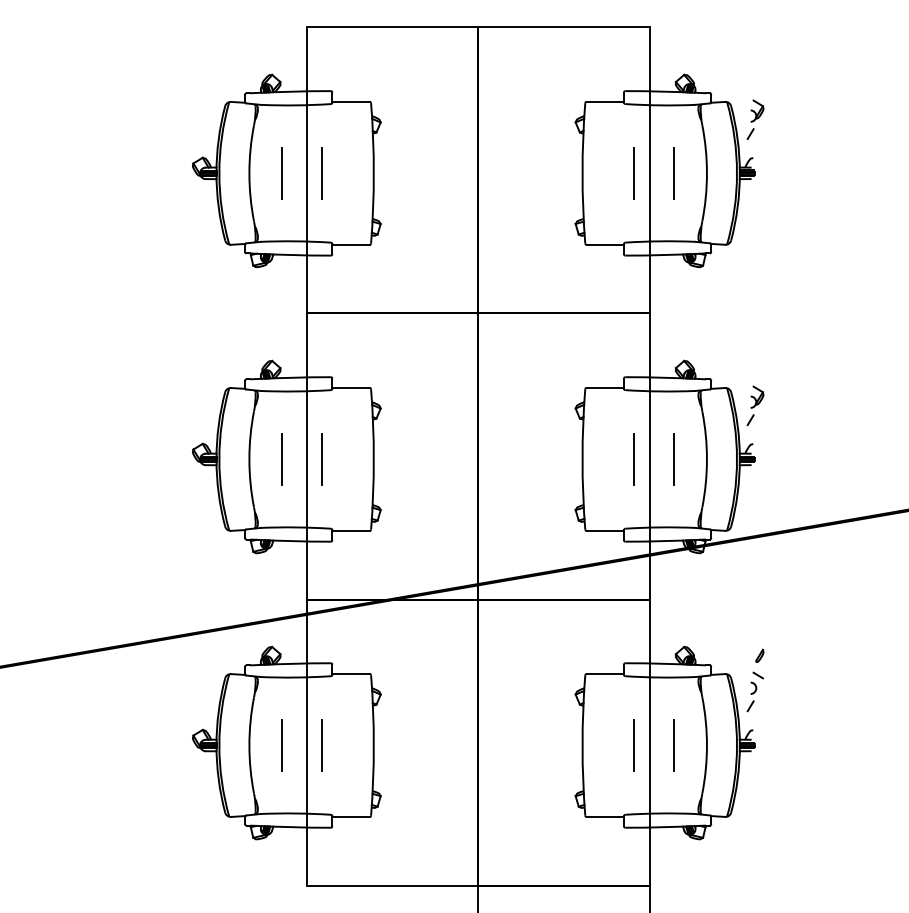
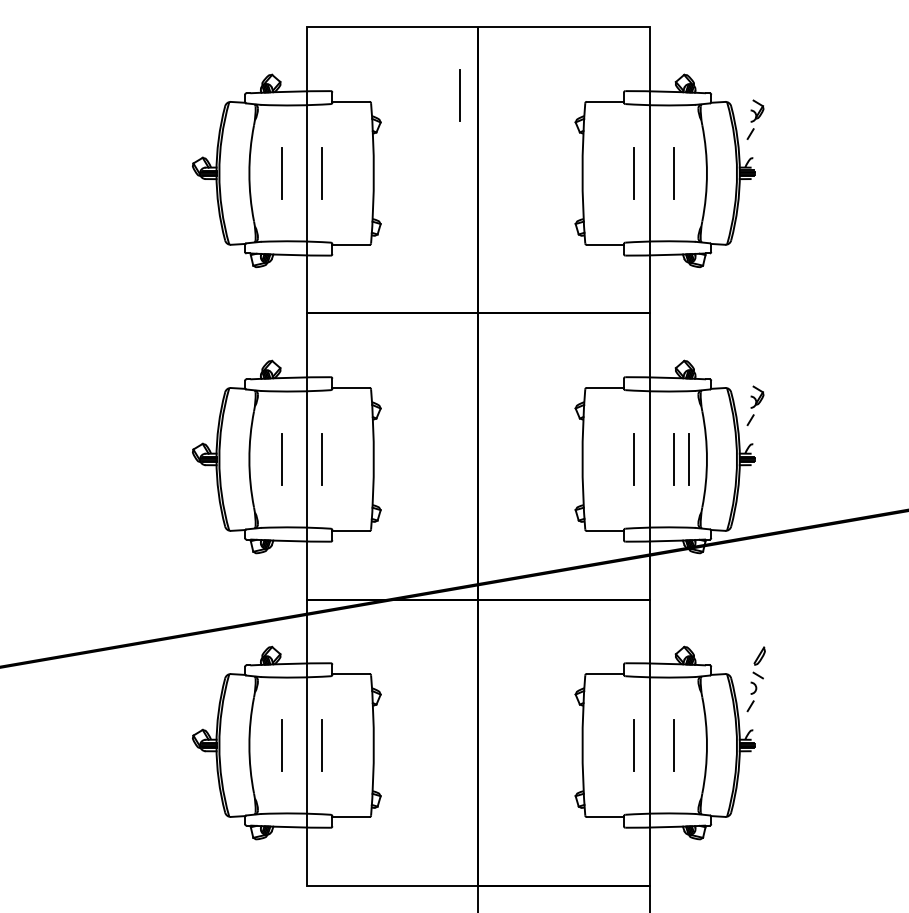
line at (459, 95): none -> present
line at (688, 459): none -> present
part at (759, 655) size: 10x15 px -> 13x20 px
